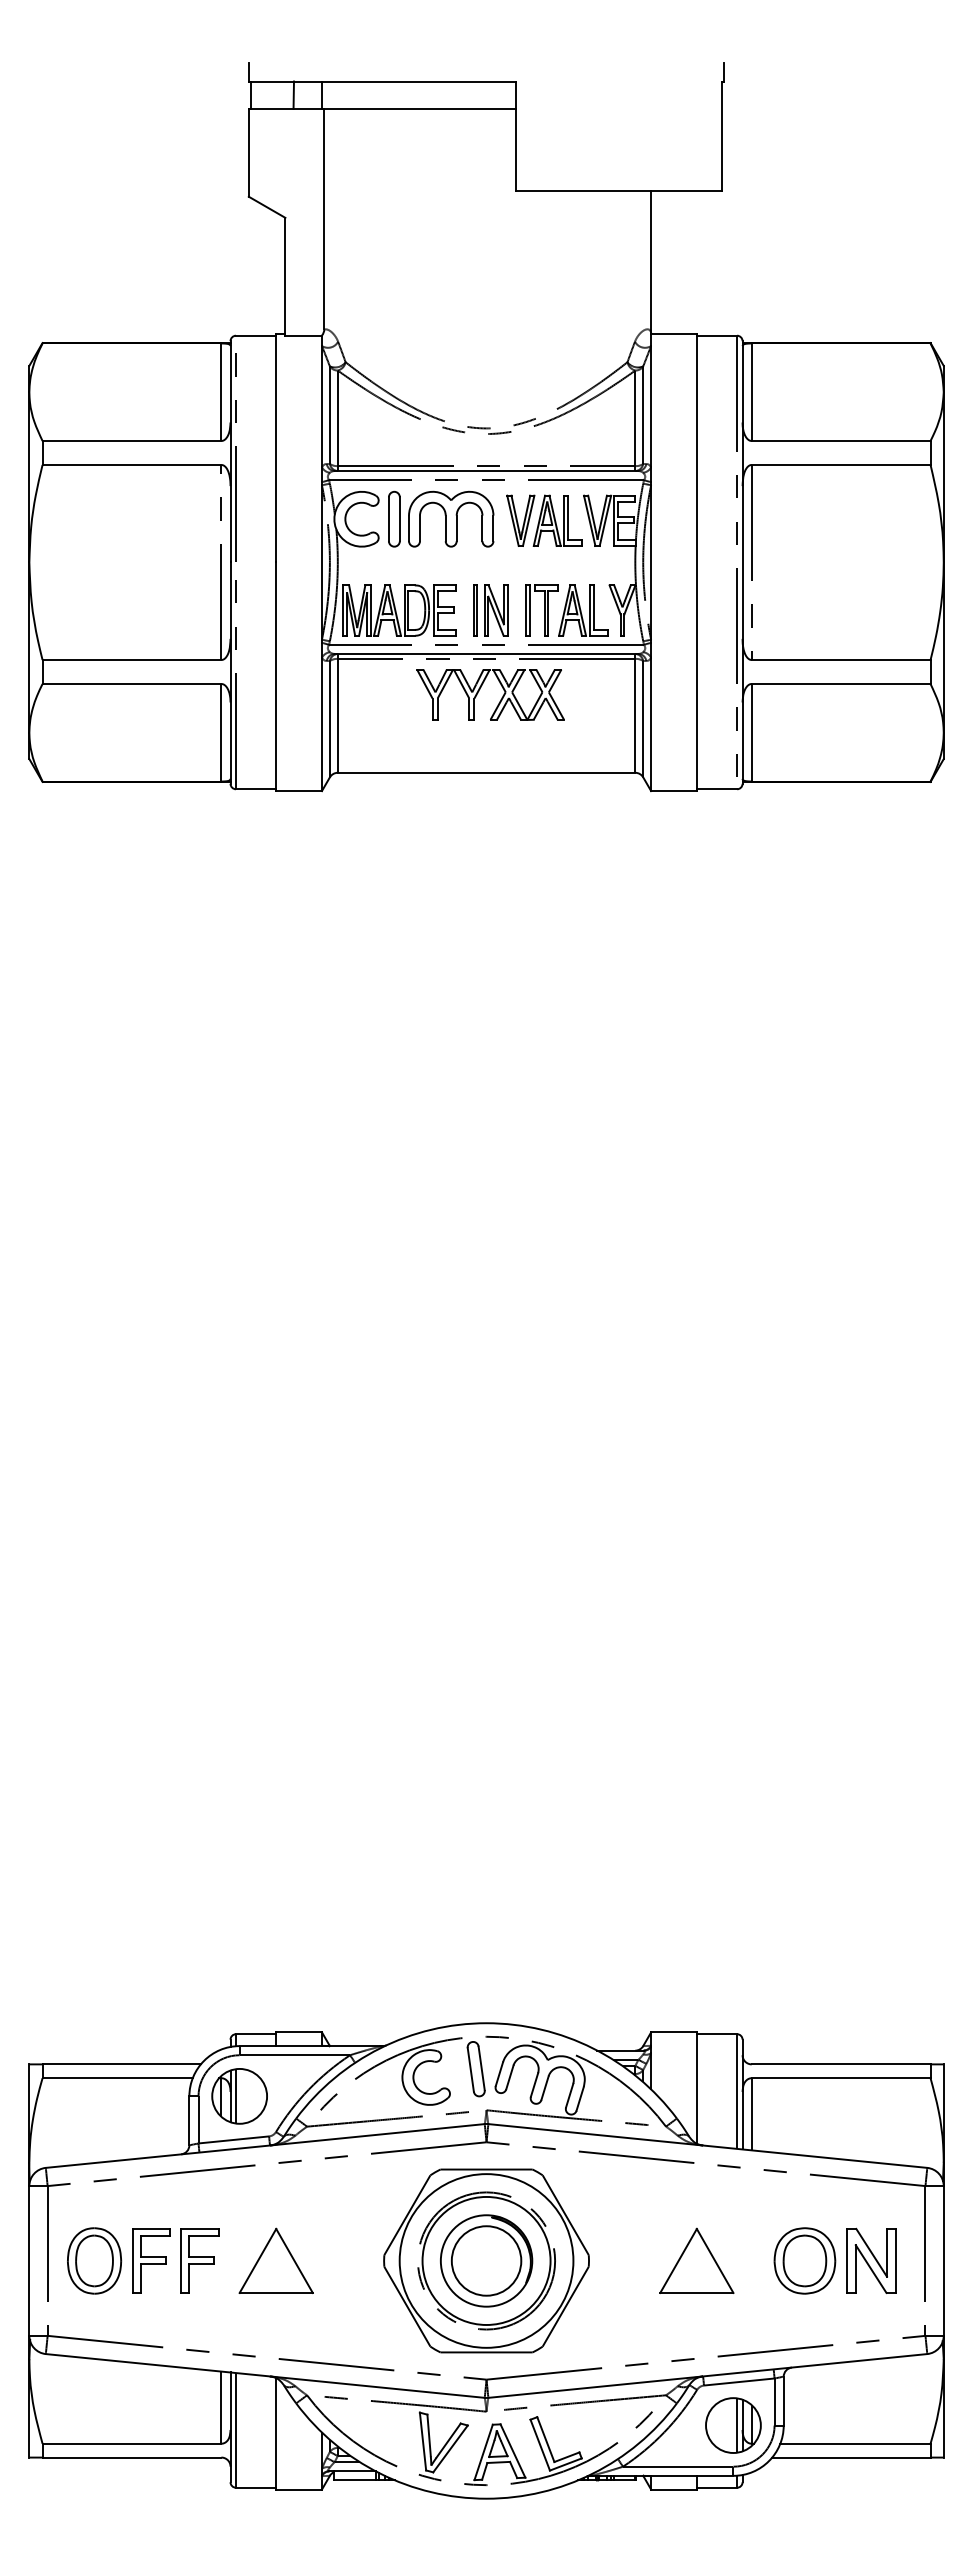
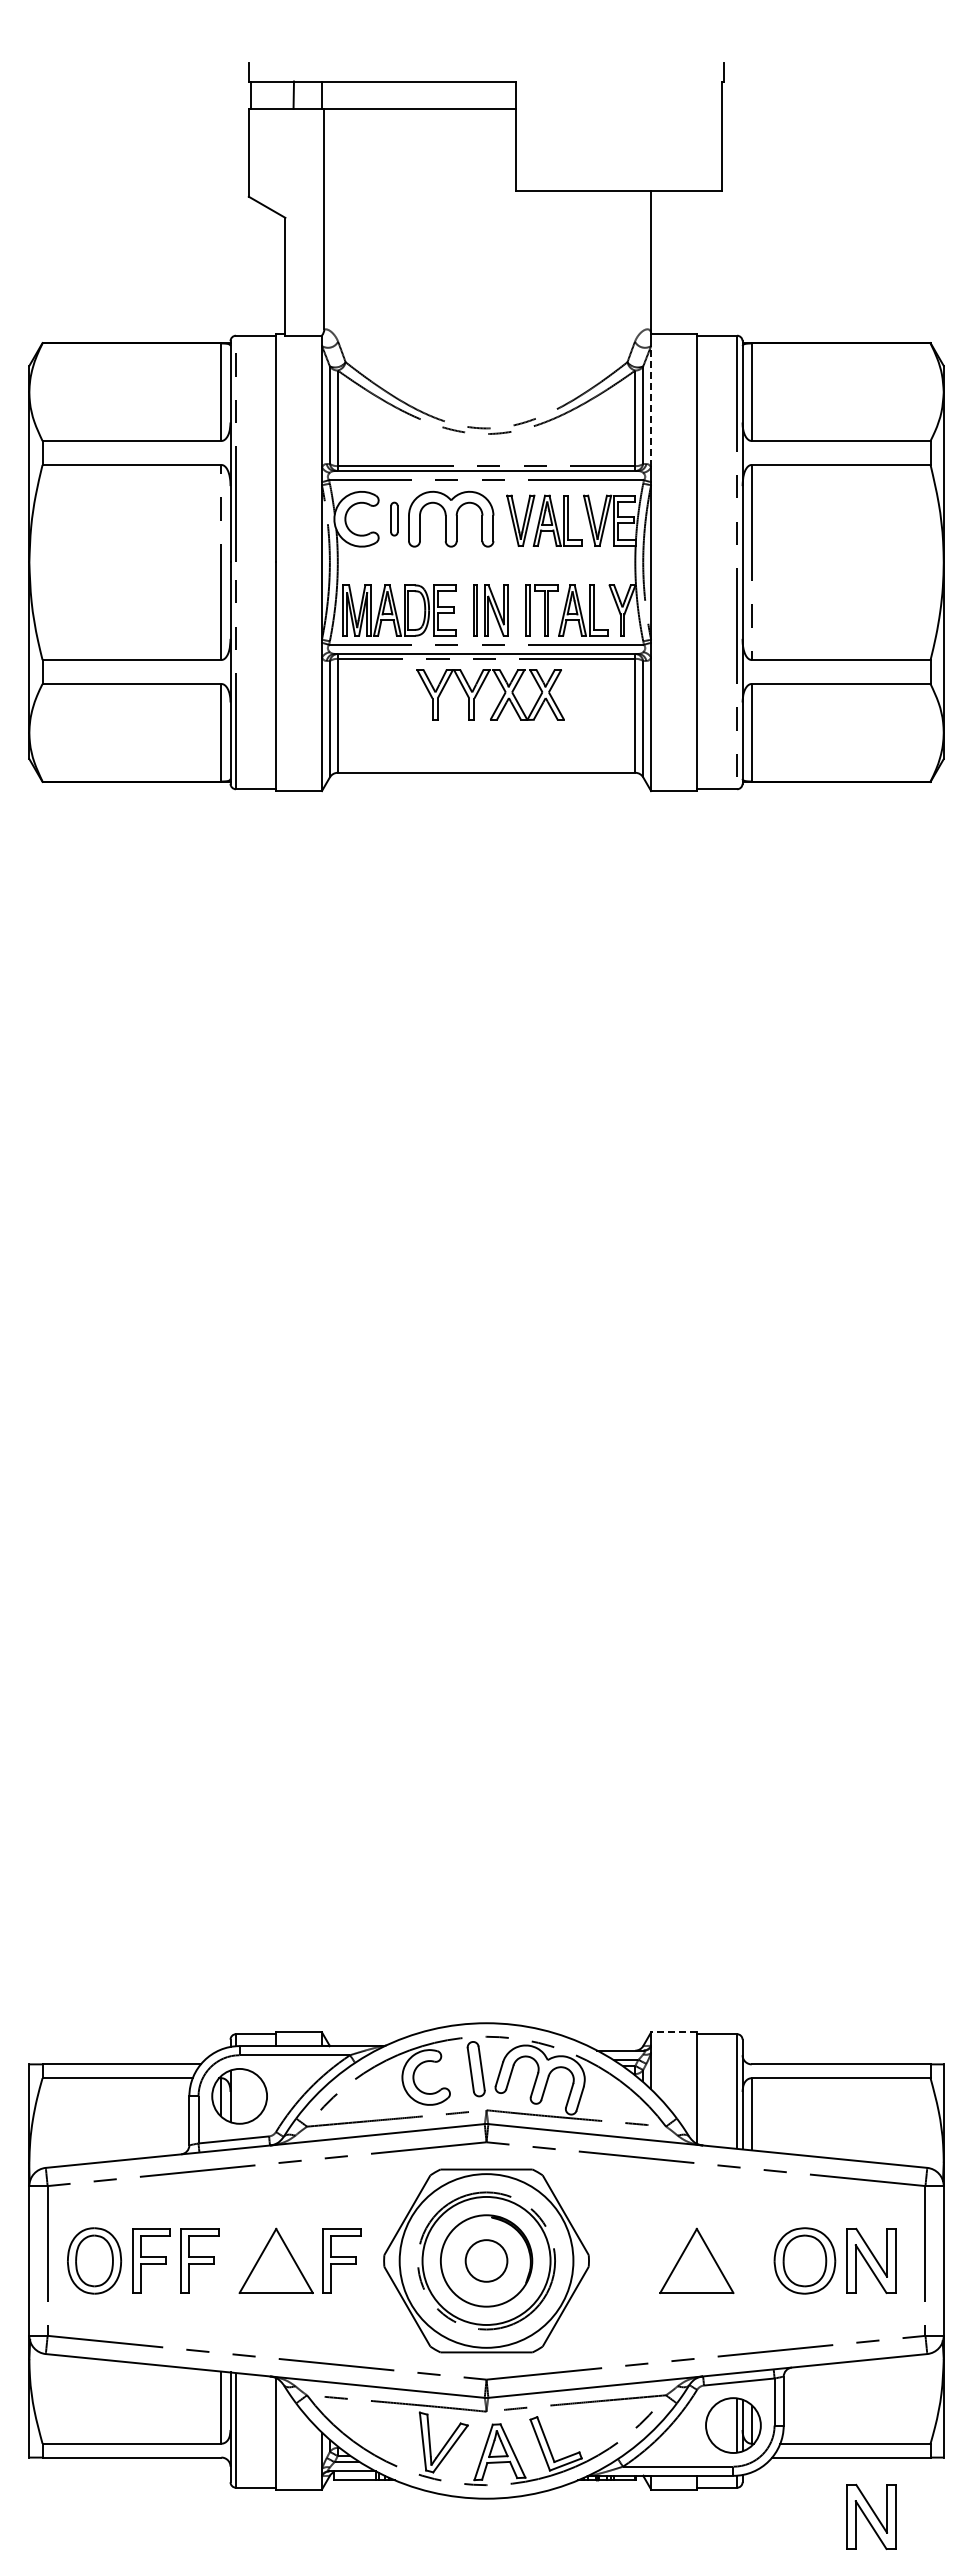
line at (651, 406): solid -> dashed
part at (394, 518) size: 13x58 px -> 9x36 px
line at (674, 2032): solid -> dashed
line at (236, 2096): present -> none
part at (341, 2260): none -> present
circle at (486, 2260) diameter: 69 px -> 42 px
part at (871, 2516): none -> present
